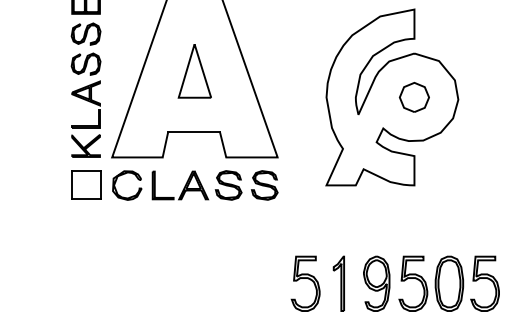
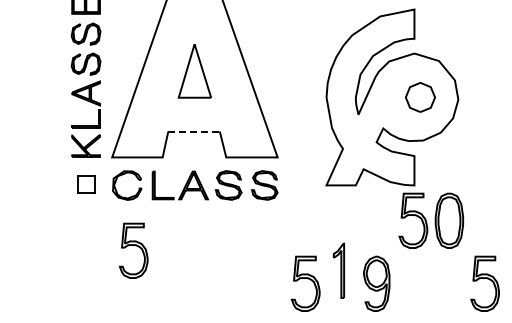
part at (413, 97) position: (413, 97) -> (419, 97)
line at (194, 131): solid -> dashed
part at (86, 184) size: 31x30 px -> 19x19 px
part at (133, 250): none -> present
part at (338, 283) position: (338, 283) -> (338, 270)
part at (431, 283) position: (431, 283) -> (431, 220)
